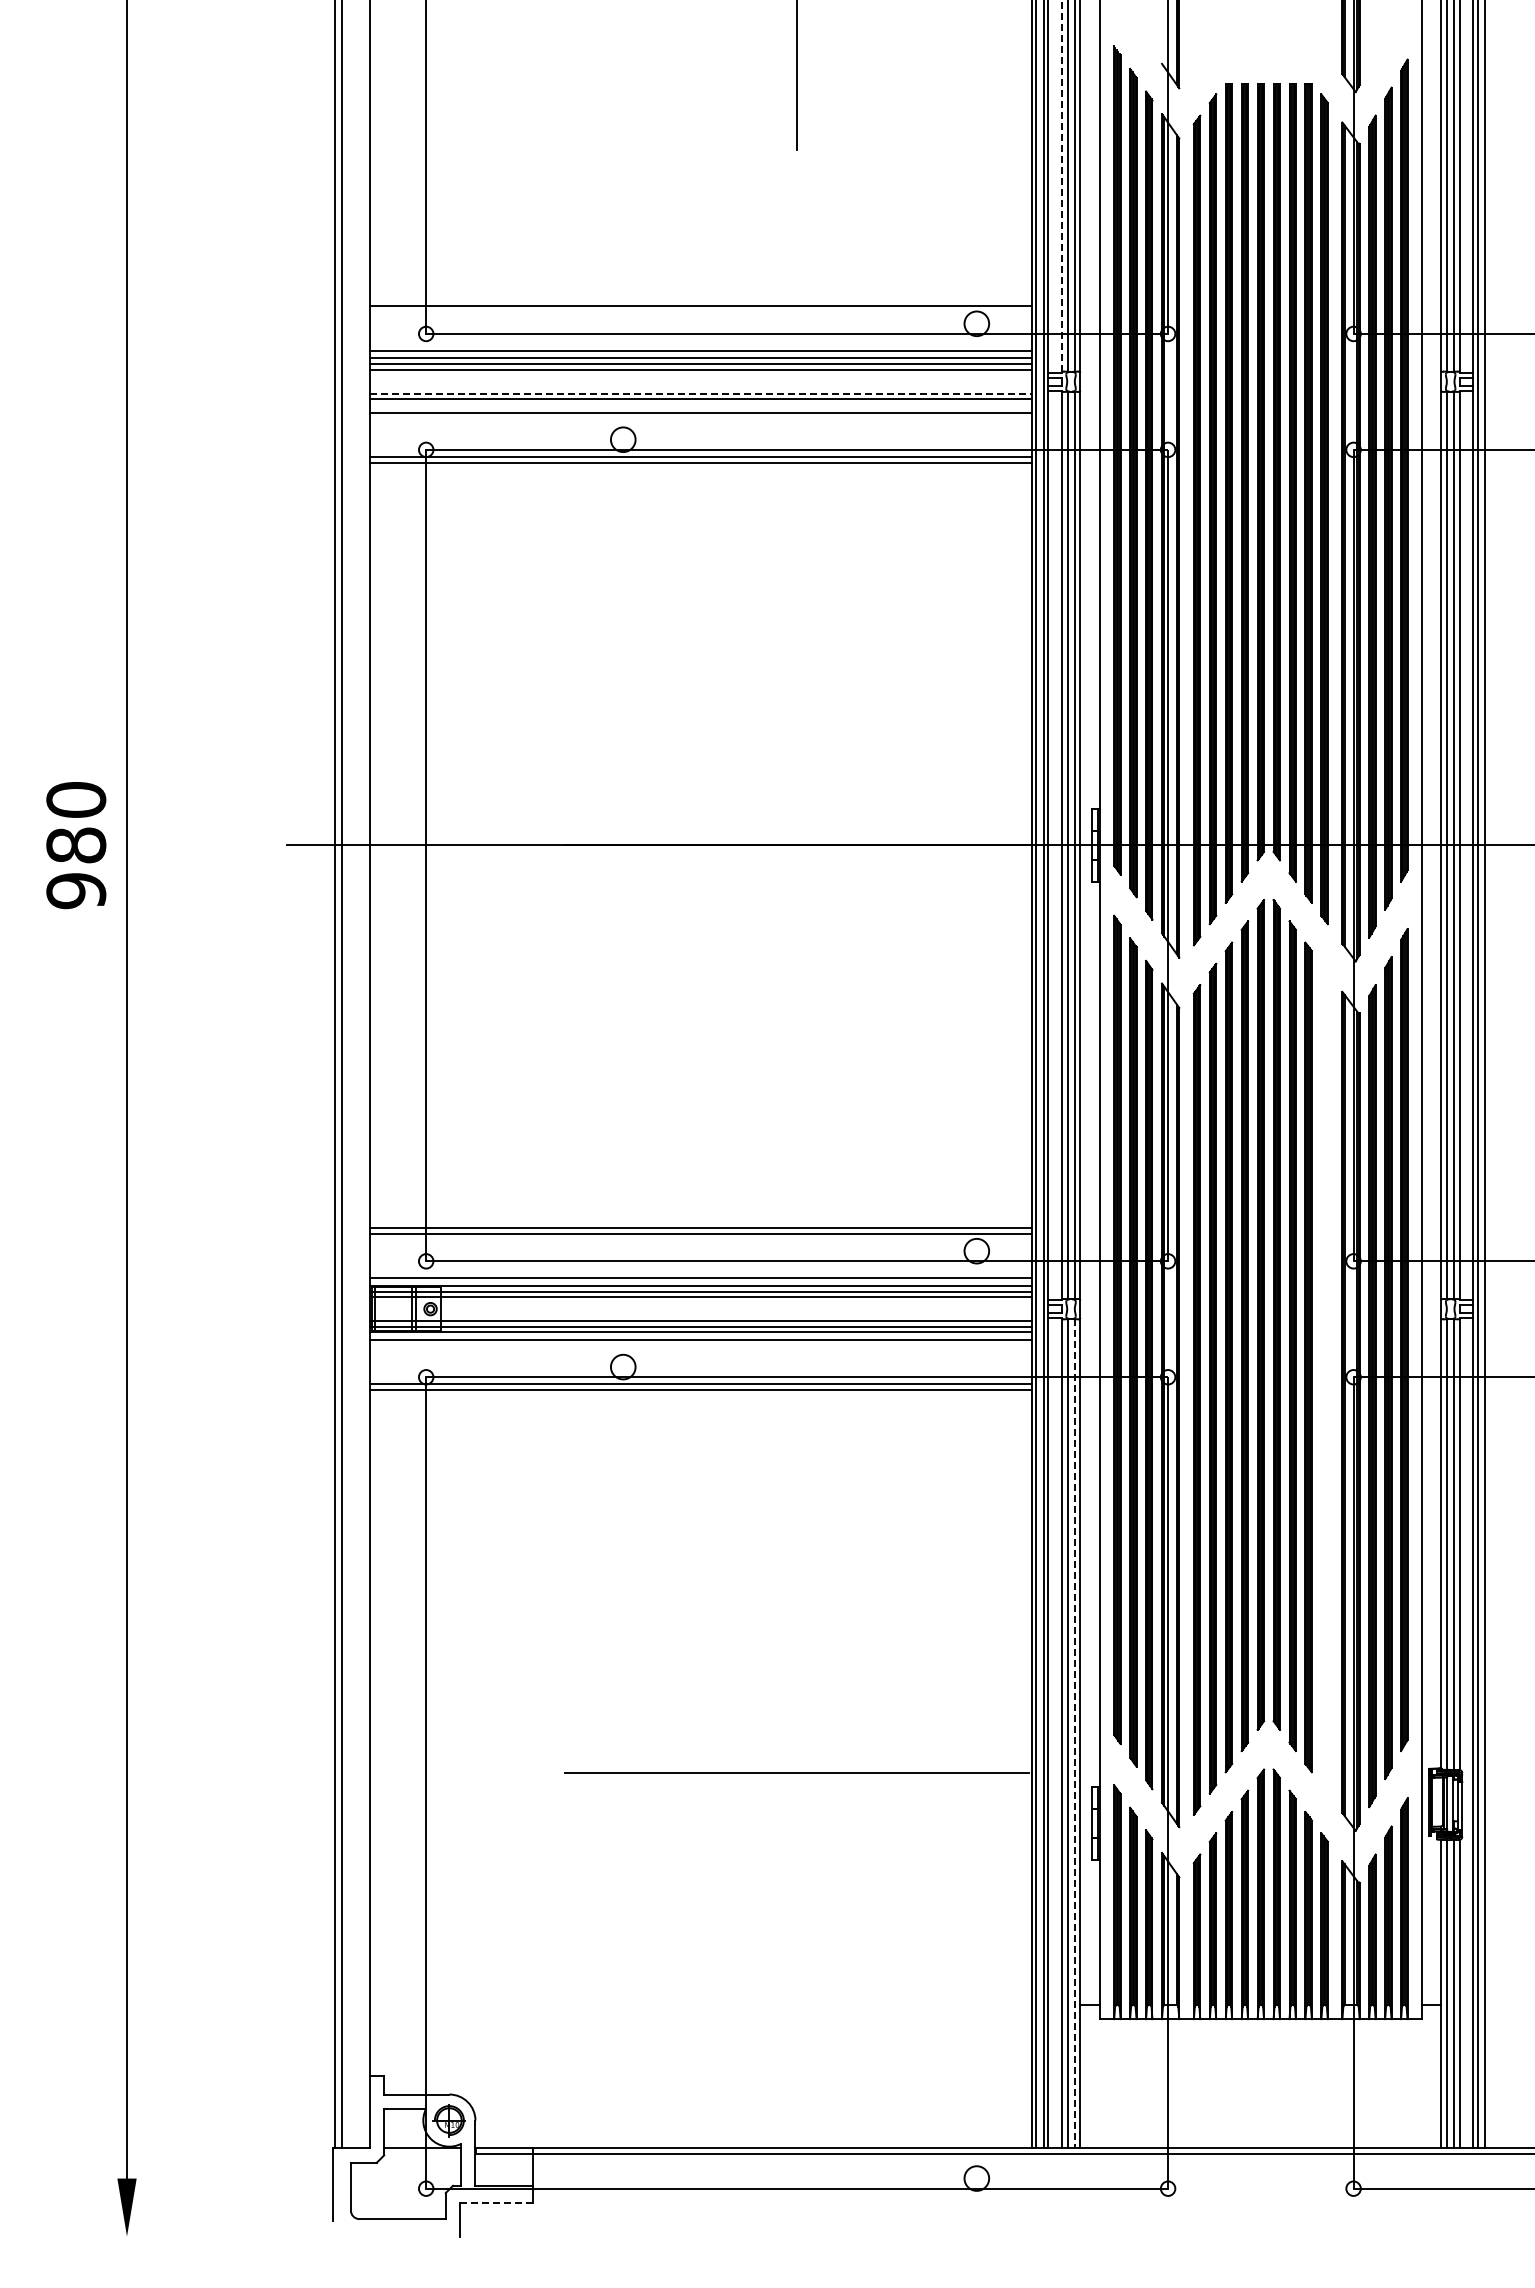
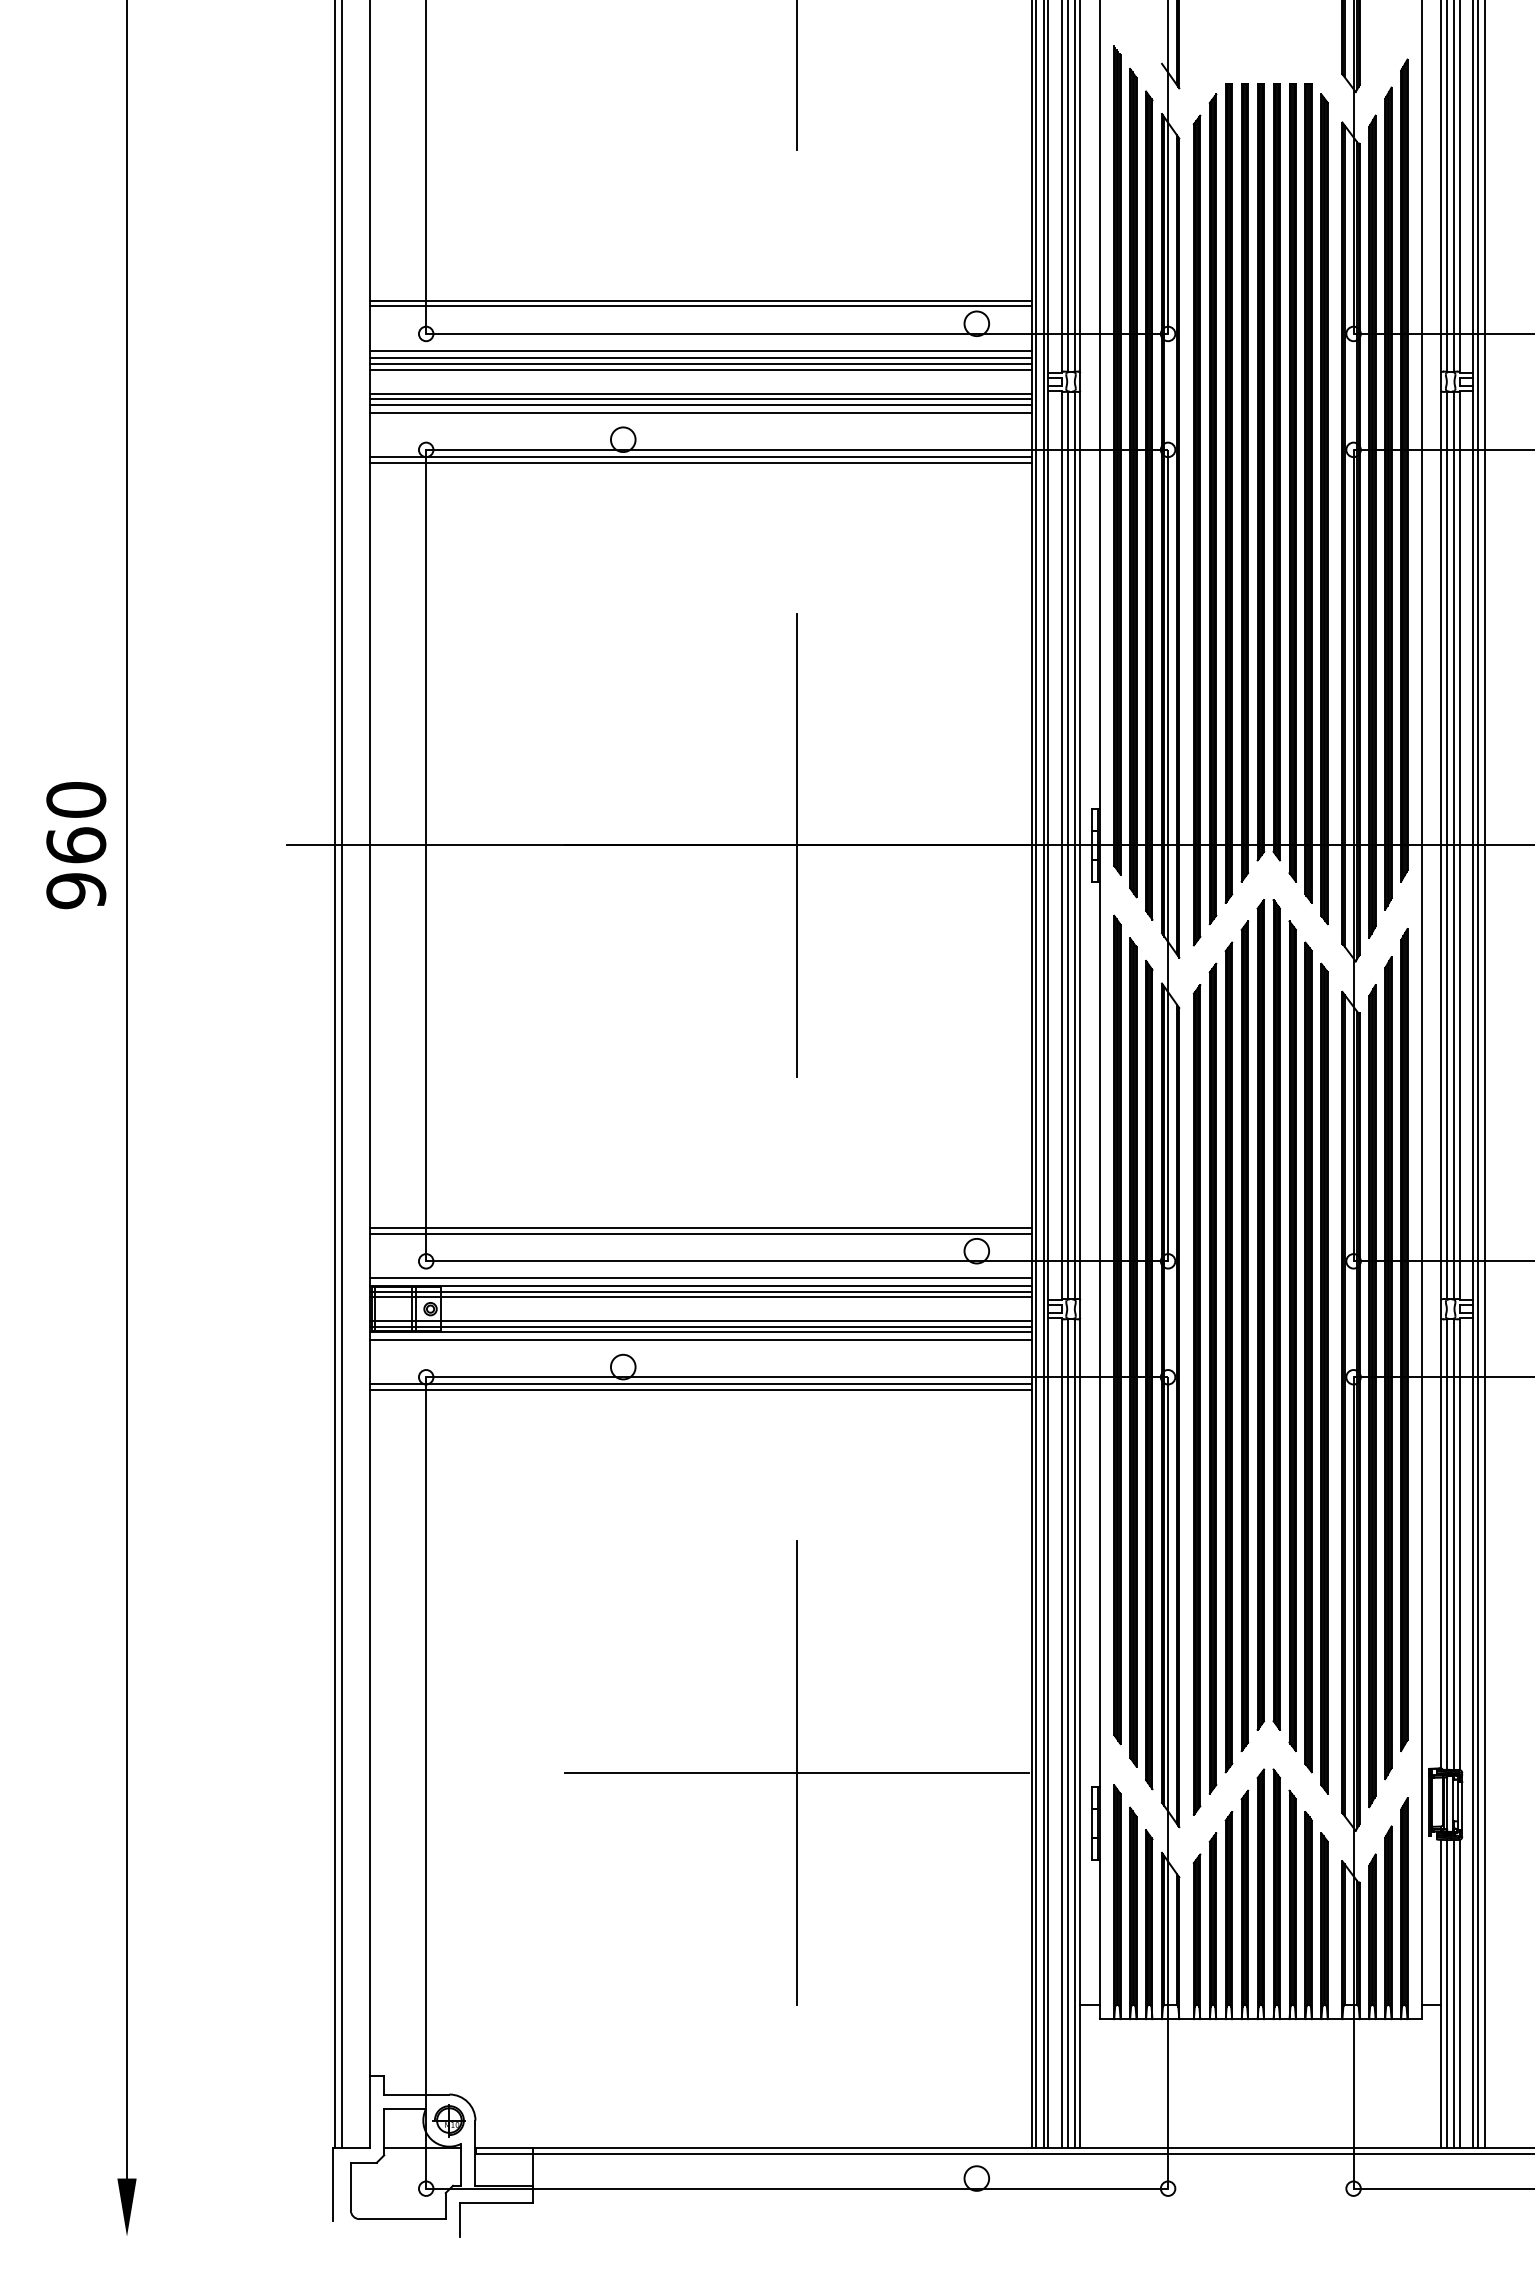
line at (1061, 185): dashed -> solid
line at (700, 300): none -> present
line at (701, 393): dashed -> solid
line at (700, 405): none -> present
text at (76, 845): 980 -> 960
line at (797, 845): none -> present
part at (1324, 1378): none -> present
line at (1074, 1734): dashed -> solid
line at (797, 1772): none -> present
line at (495, 2203): dashed -> solid
